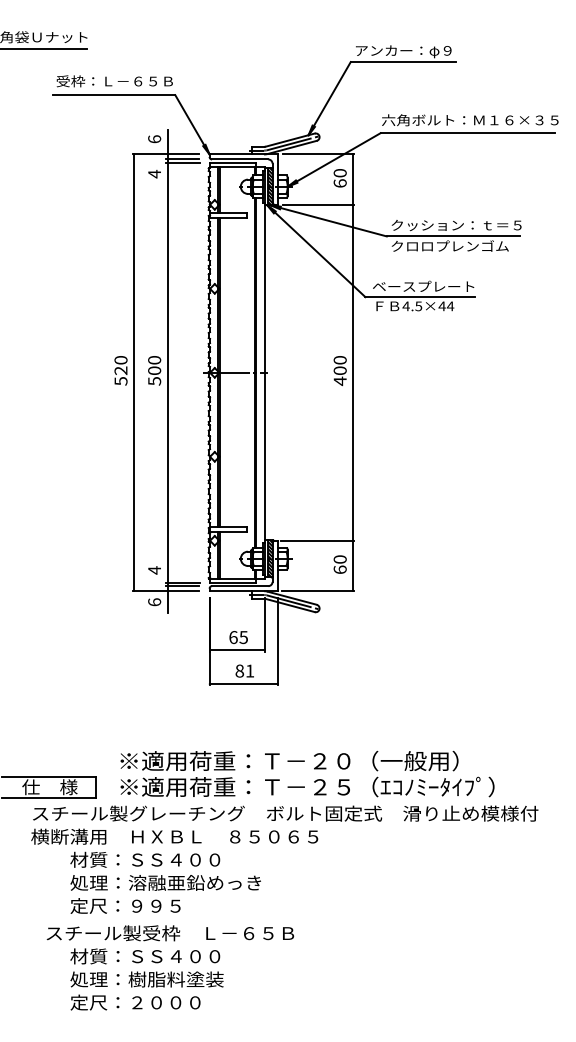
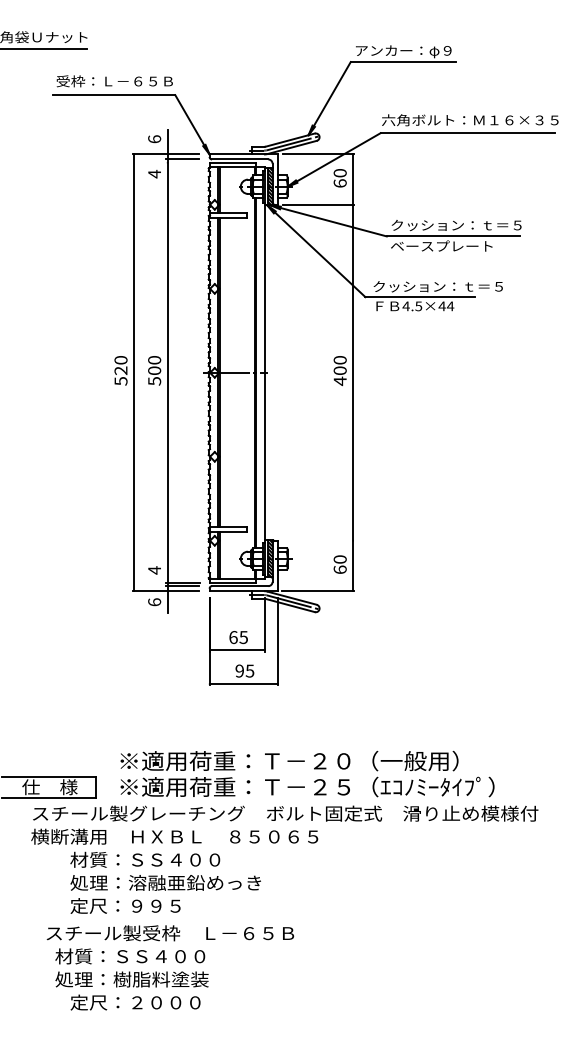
line at (182, 162): present -> none
text at (449, 245): クロロプレンゴム -> ベースプレート
text at (437, 286): ベースプレート -> クッション：ｔ＝５
line at (317, 540): present -> none
text at (244, 670): 81 -> 95
text at (146, 967) position: (146, 967) -> (131, 967)
